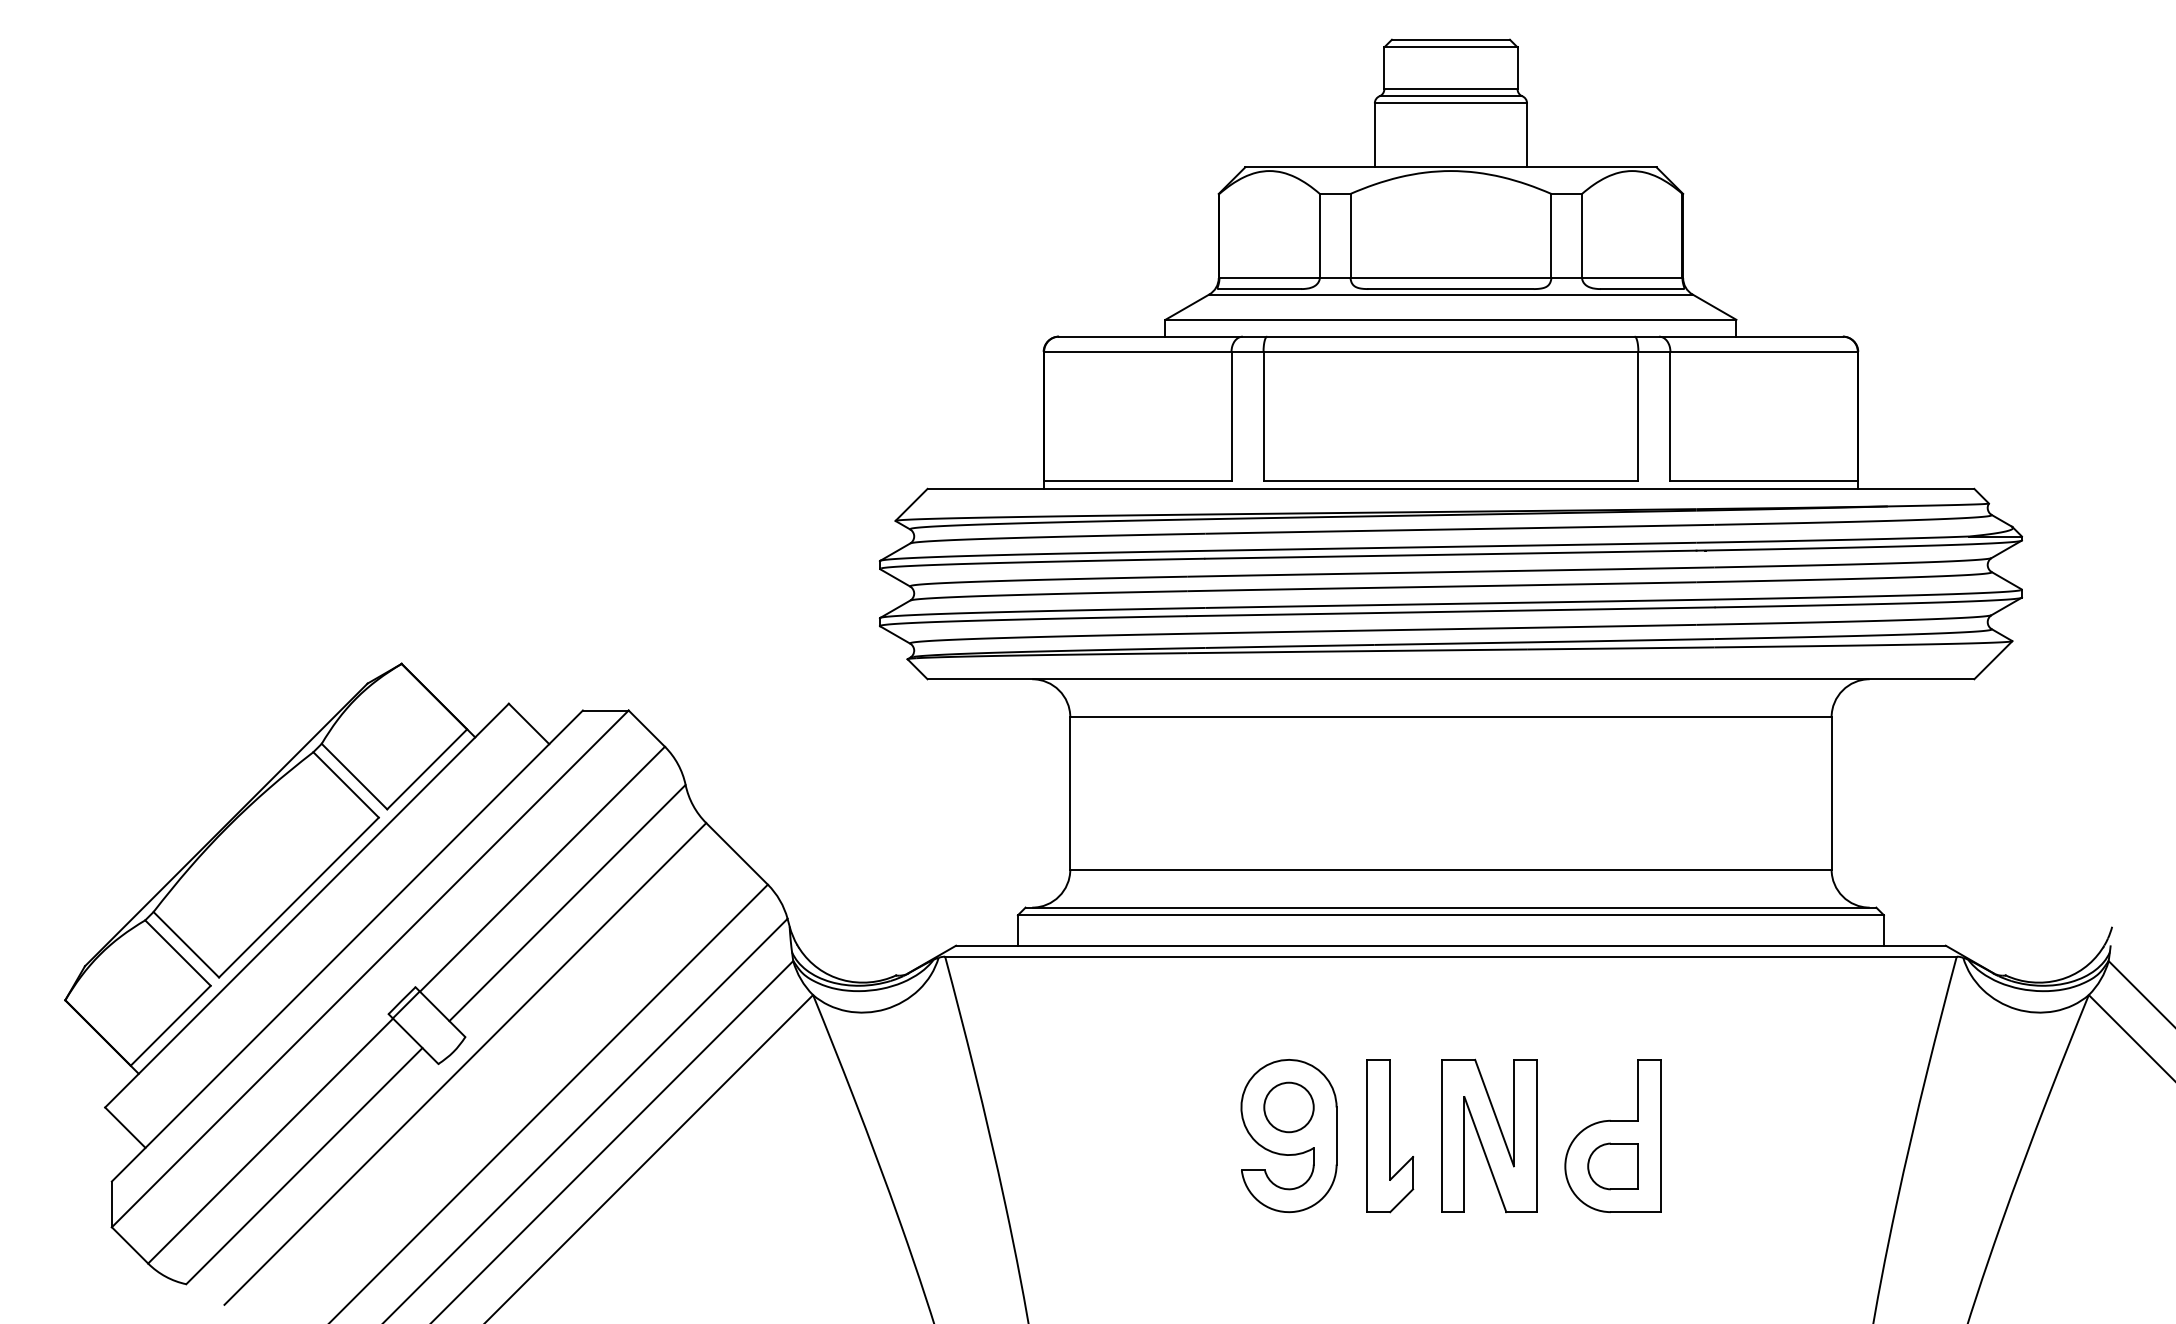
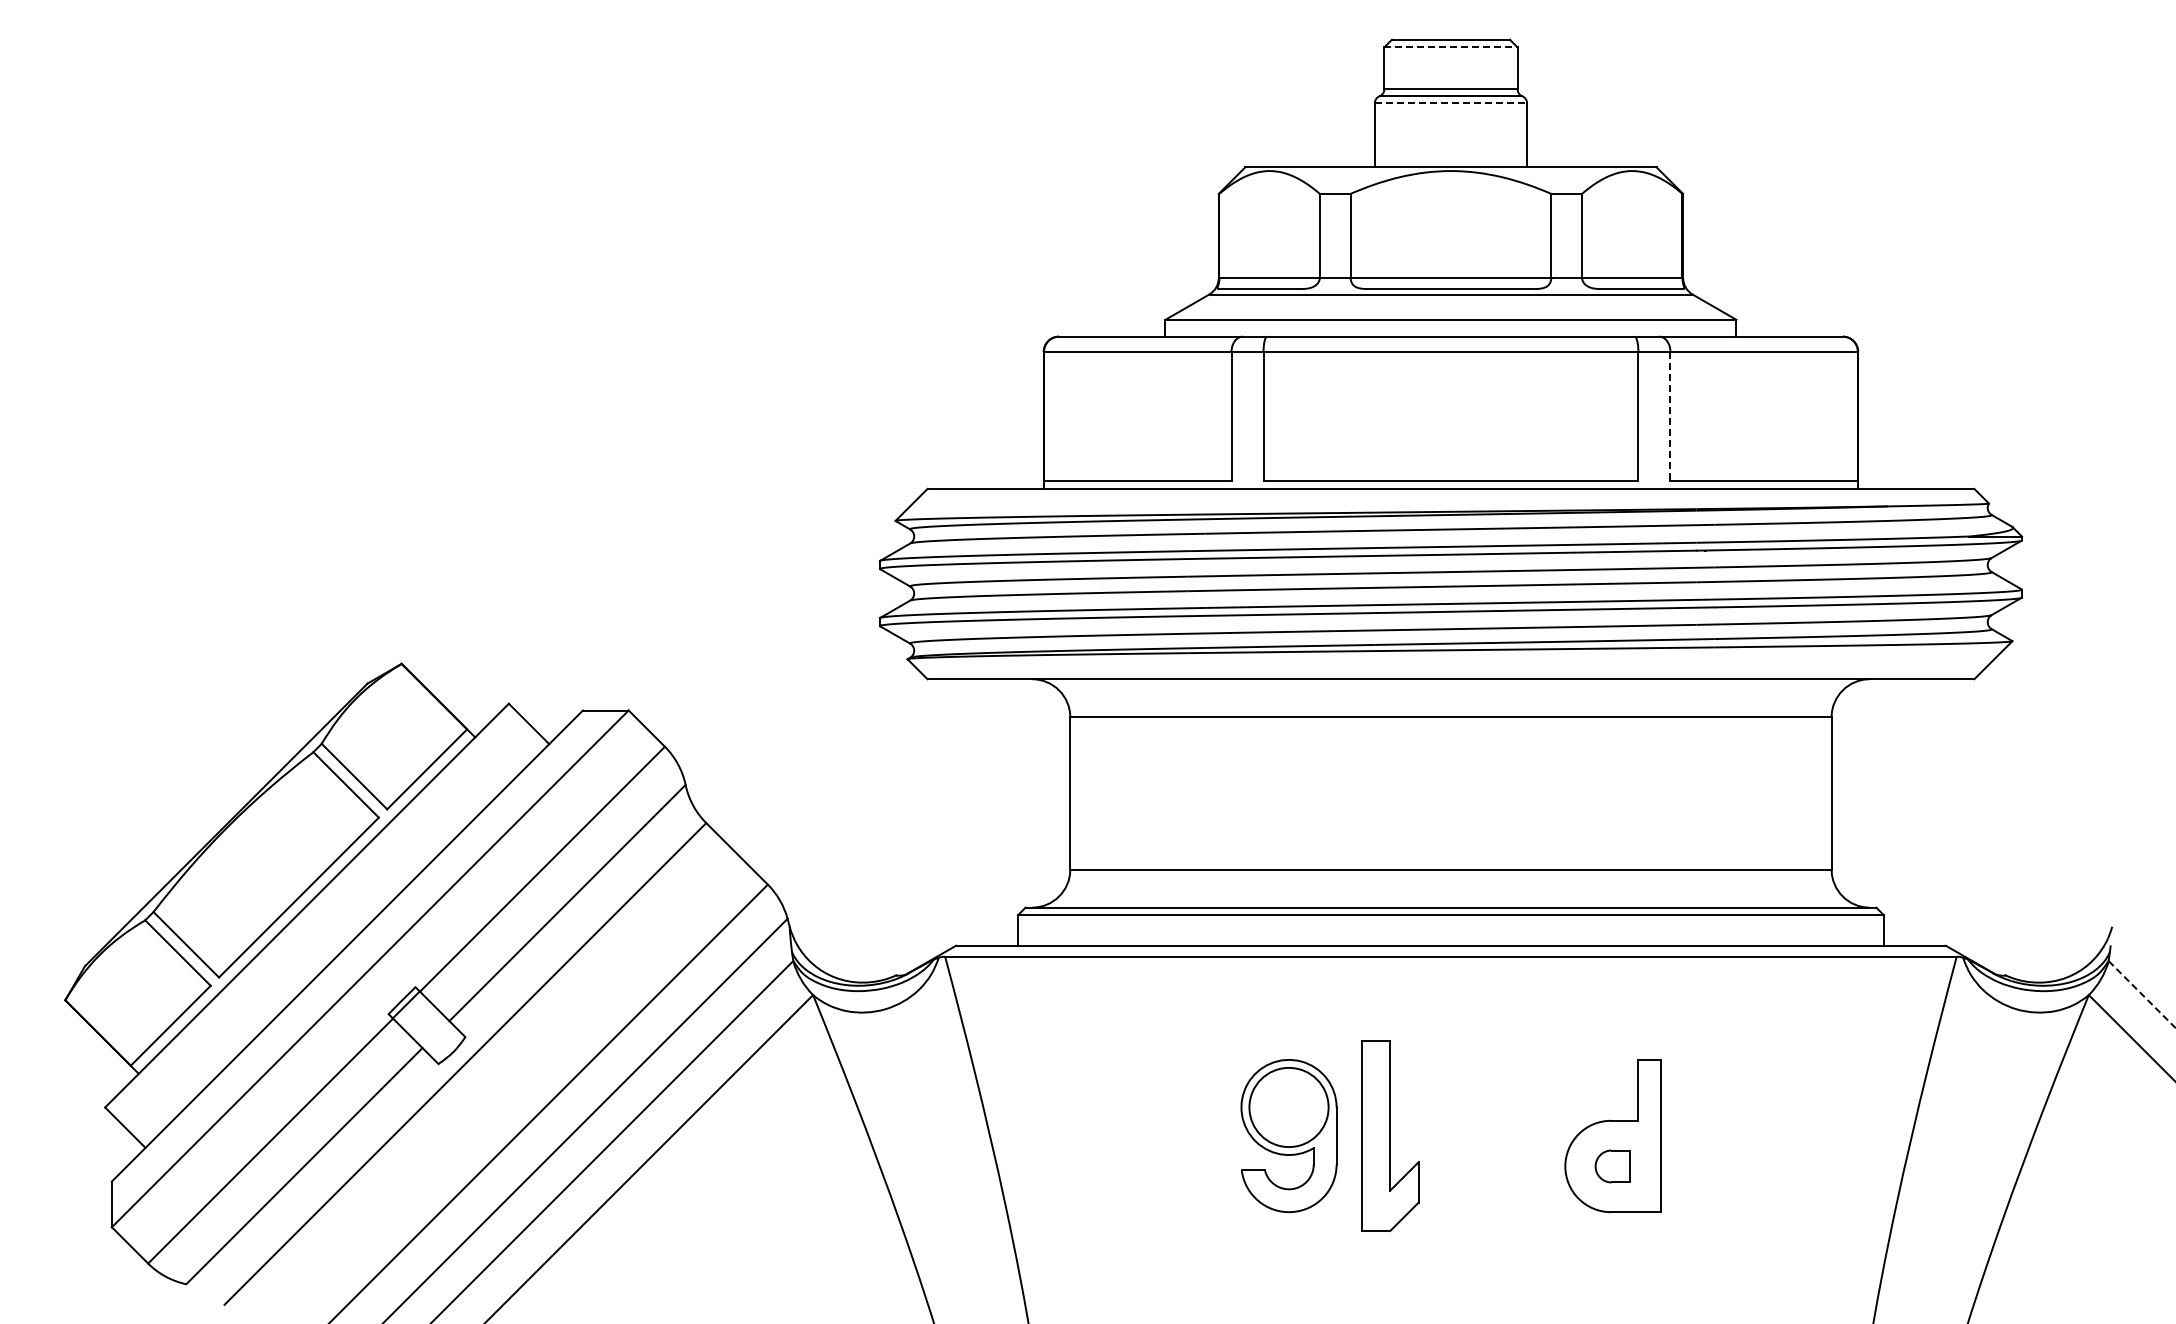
line at (1450, 47): solid -> dashed
line at (1451, 103): solid -> dashed
line at (1670, 416): solid -> dashed
line at (2142, 994): solid -> dashed
circle at (1288, 1107) diameter: 49 px -> 79 px
part at (1489, 1135): present -> none
part at (1390, 1136) size: 49x155 px -> 59x193 px
part at (1612, 1166) size: 52x49 px -> 37x35 px
